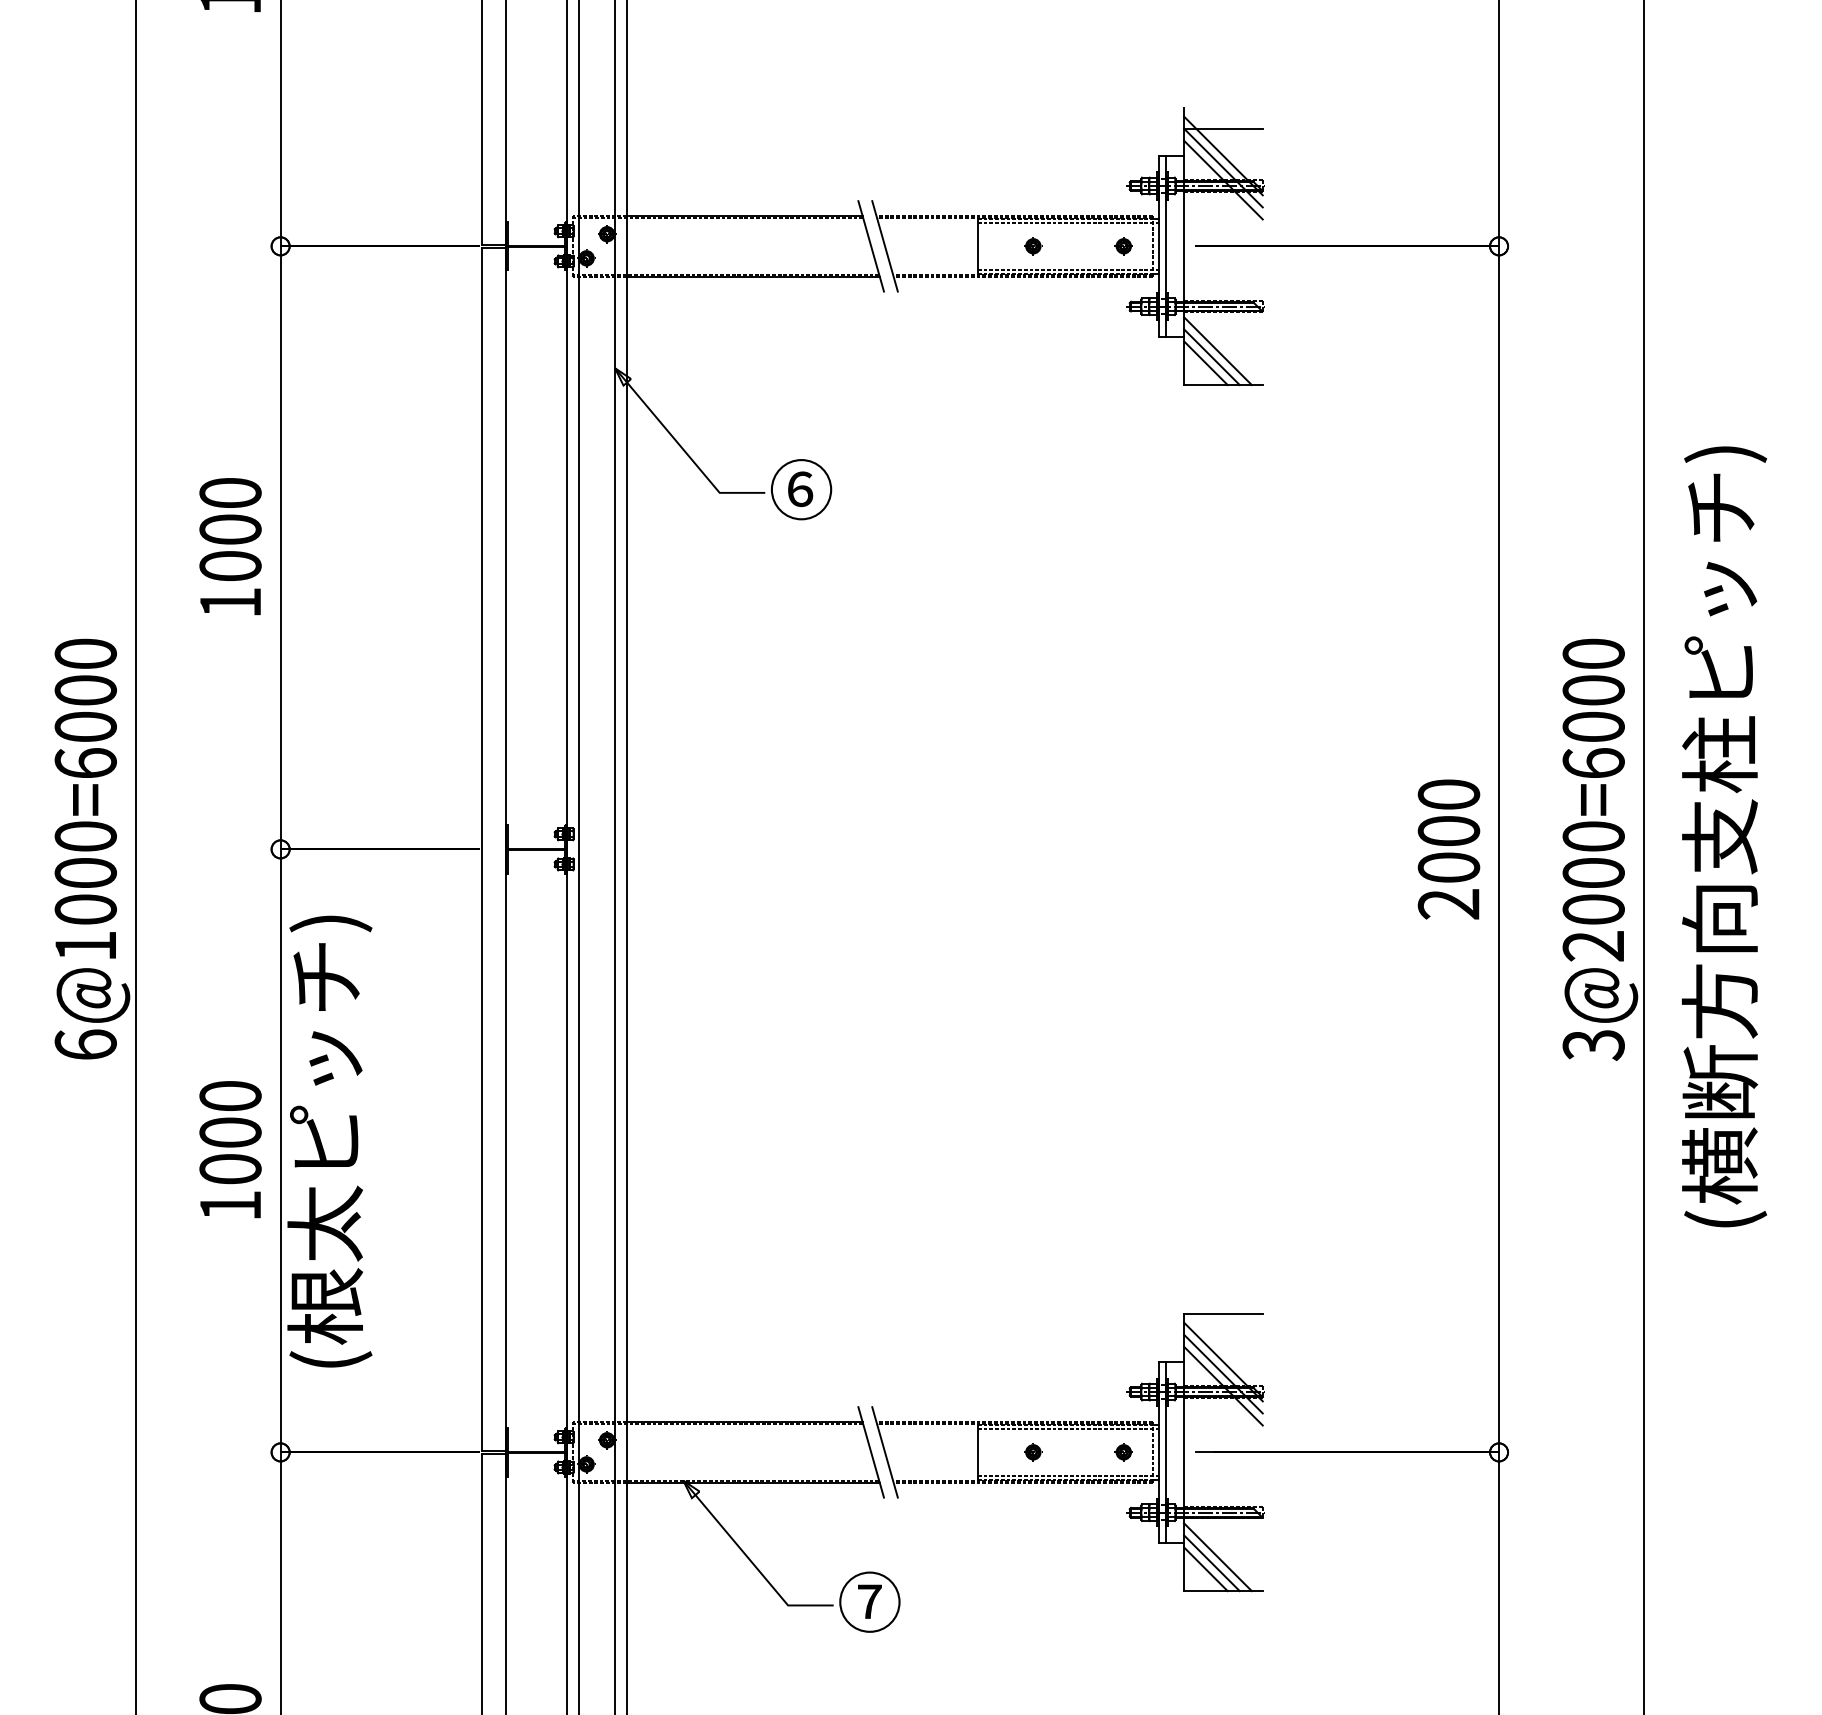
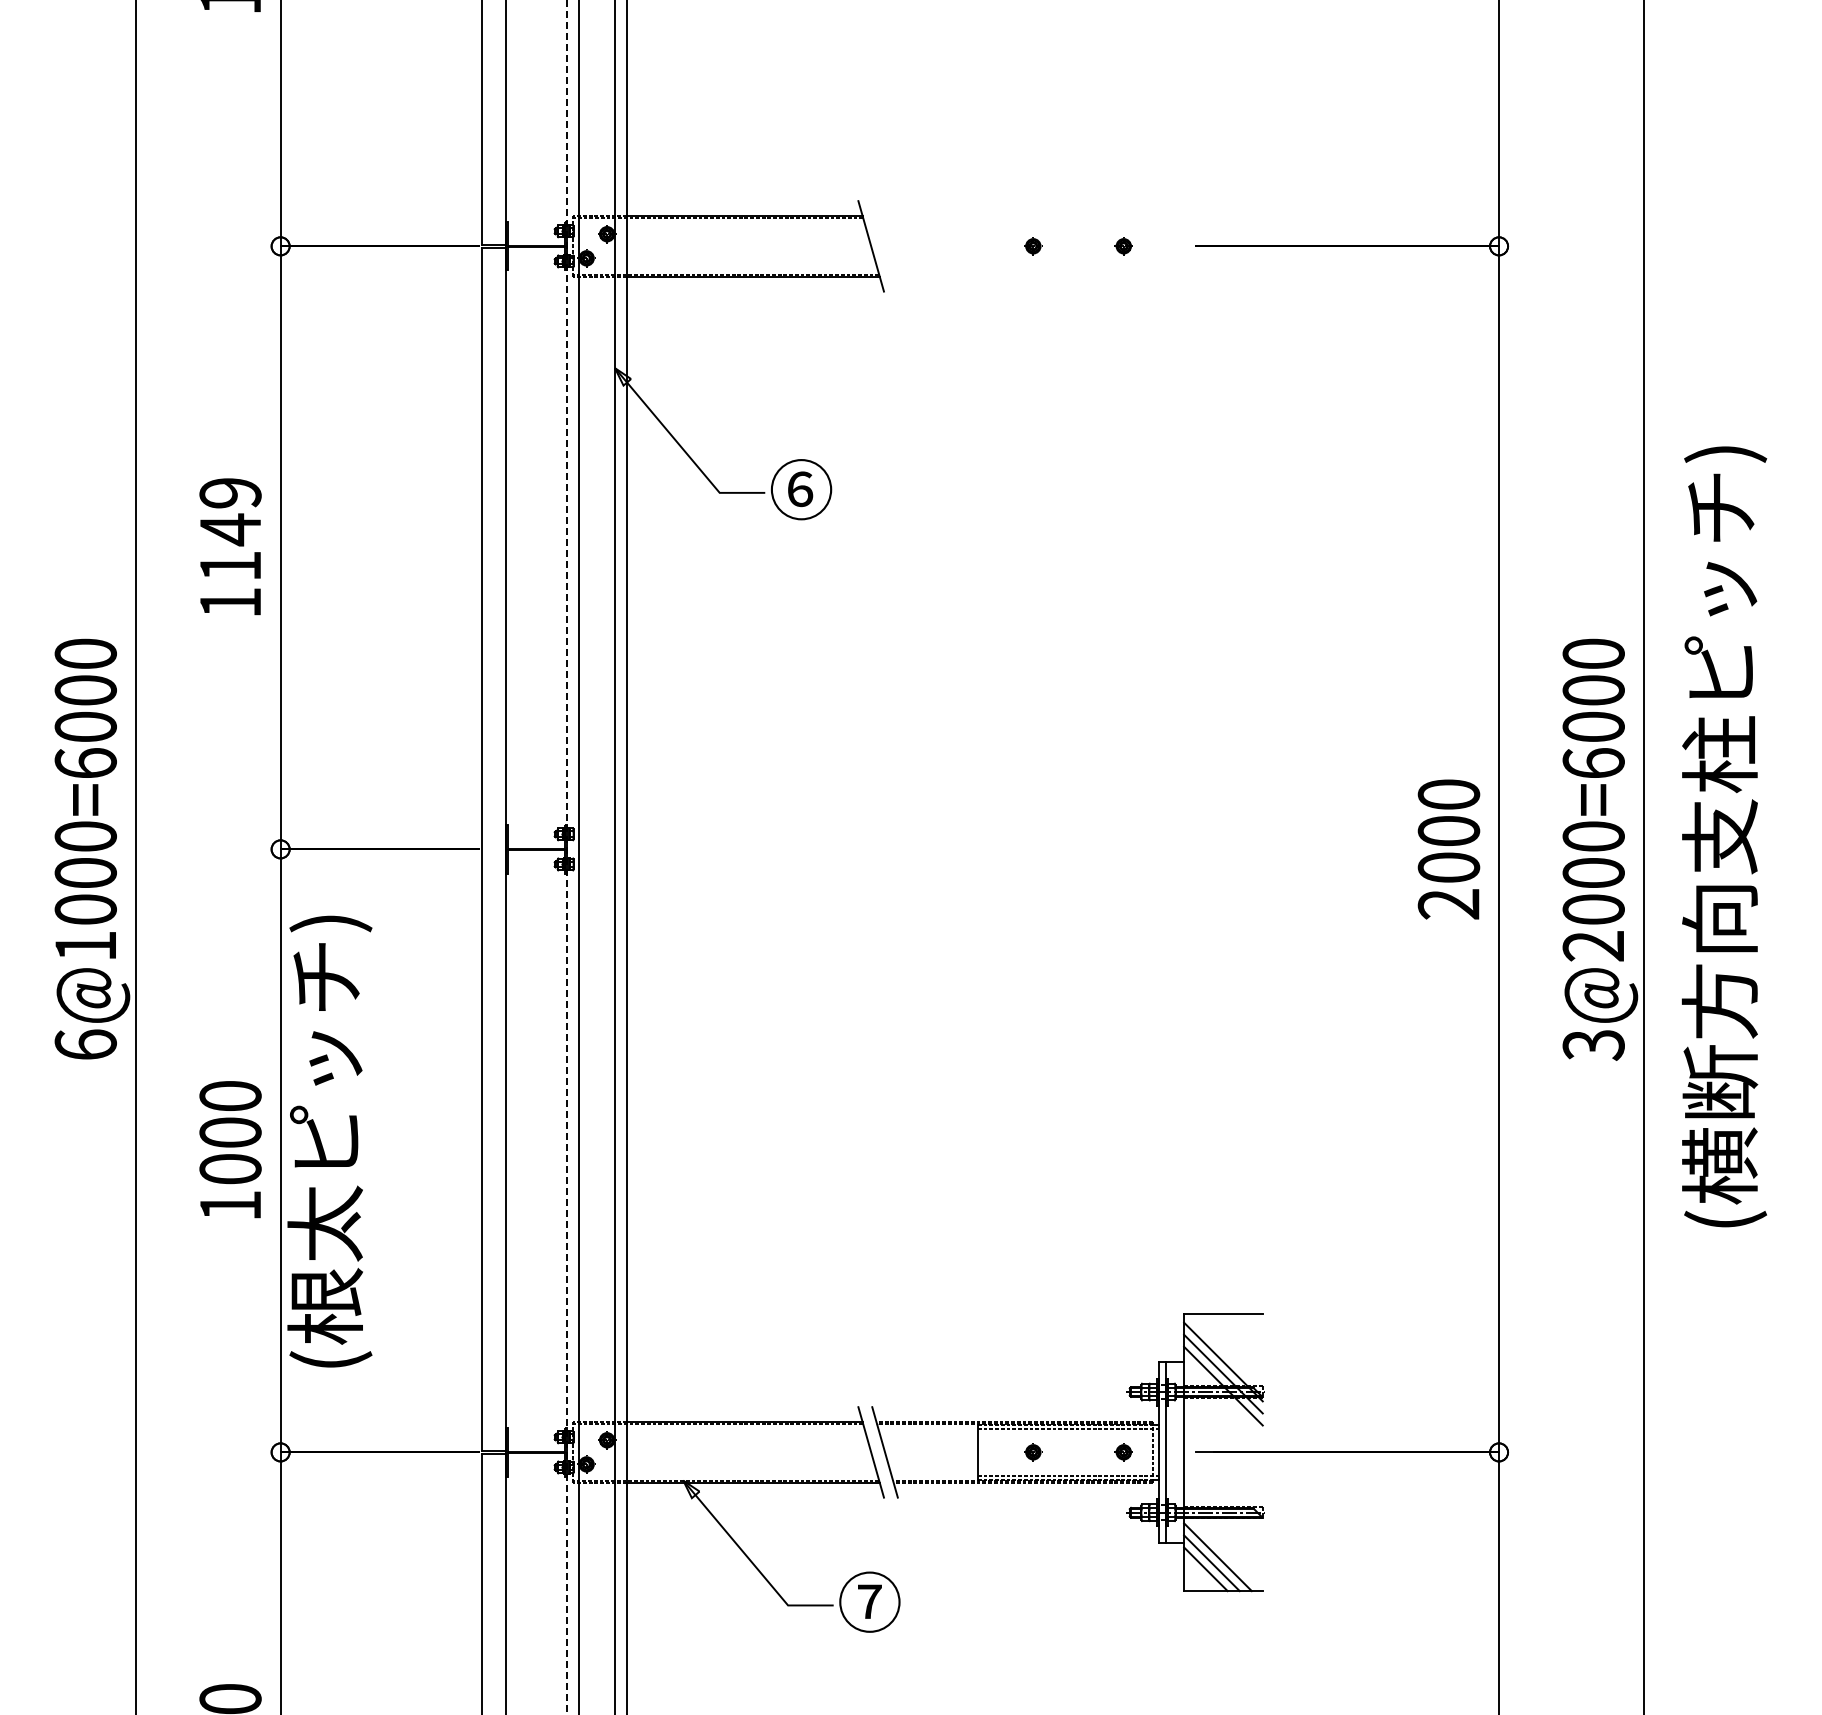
part at (1067, 223): present -> none
text at (230, 529): 1000 -> 1149
line at (566, 856): solid -> dashed
